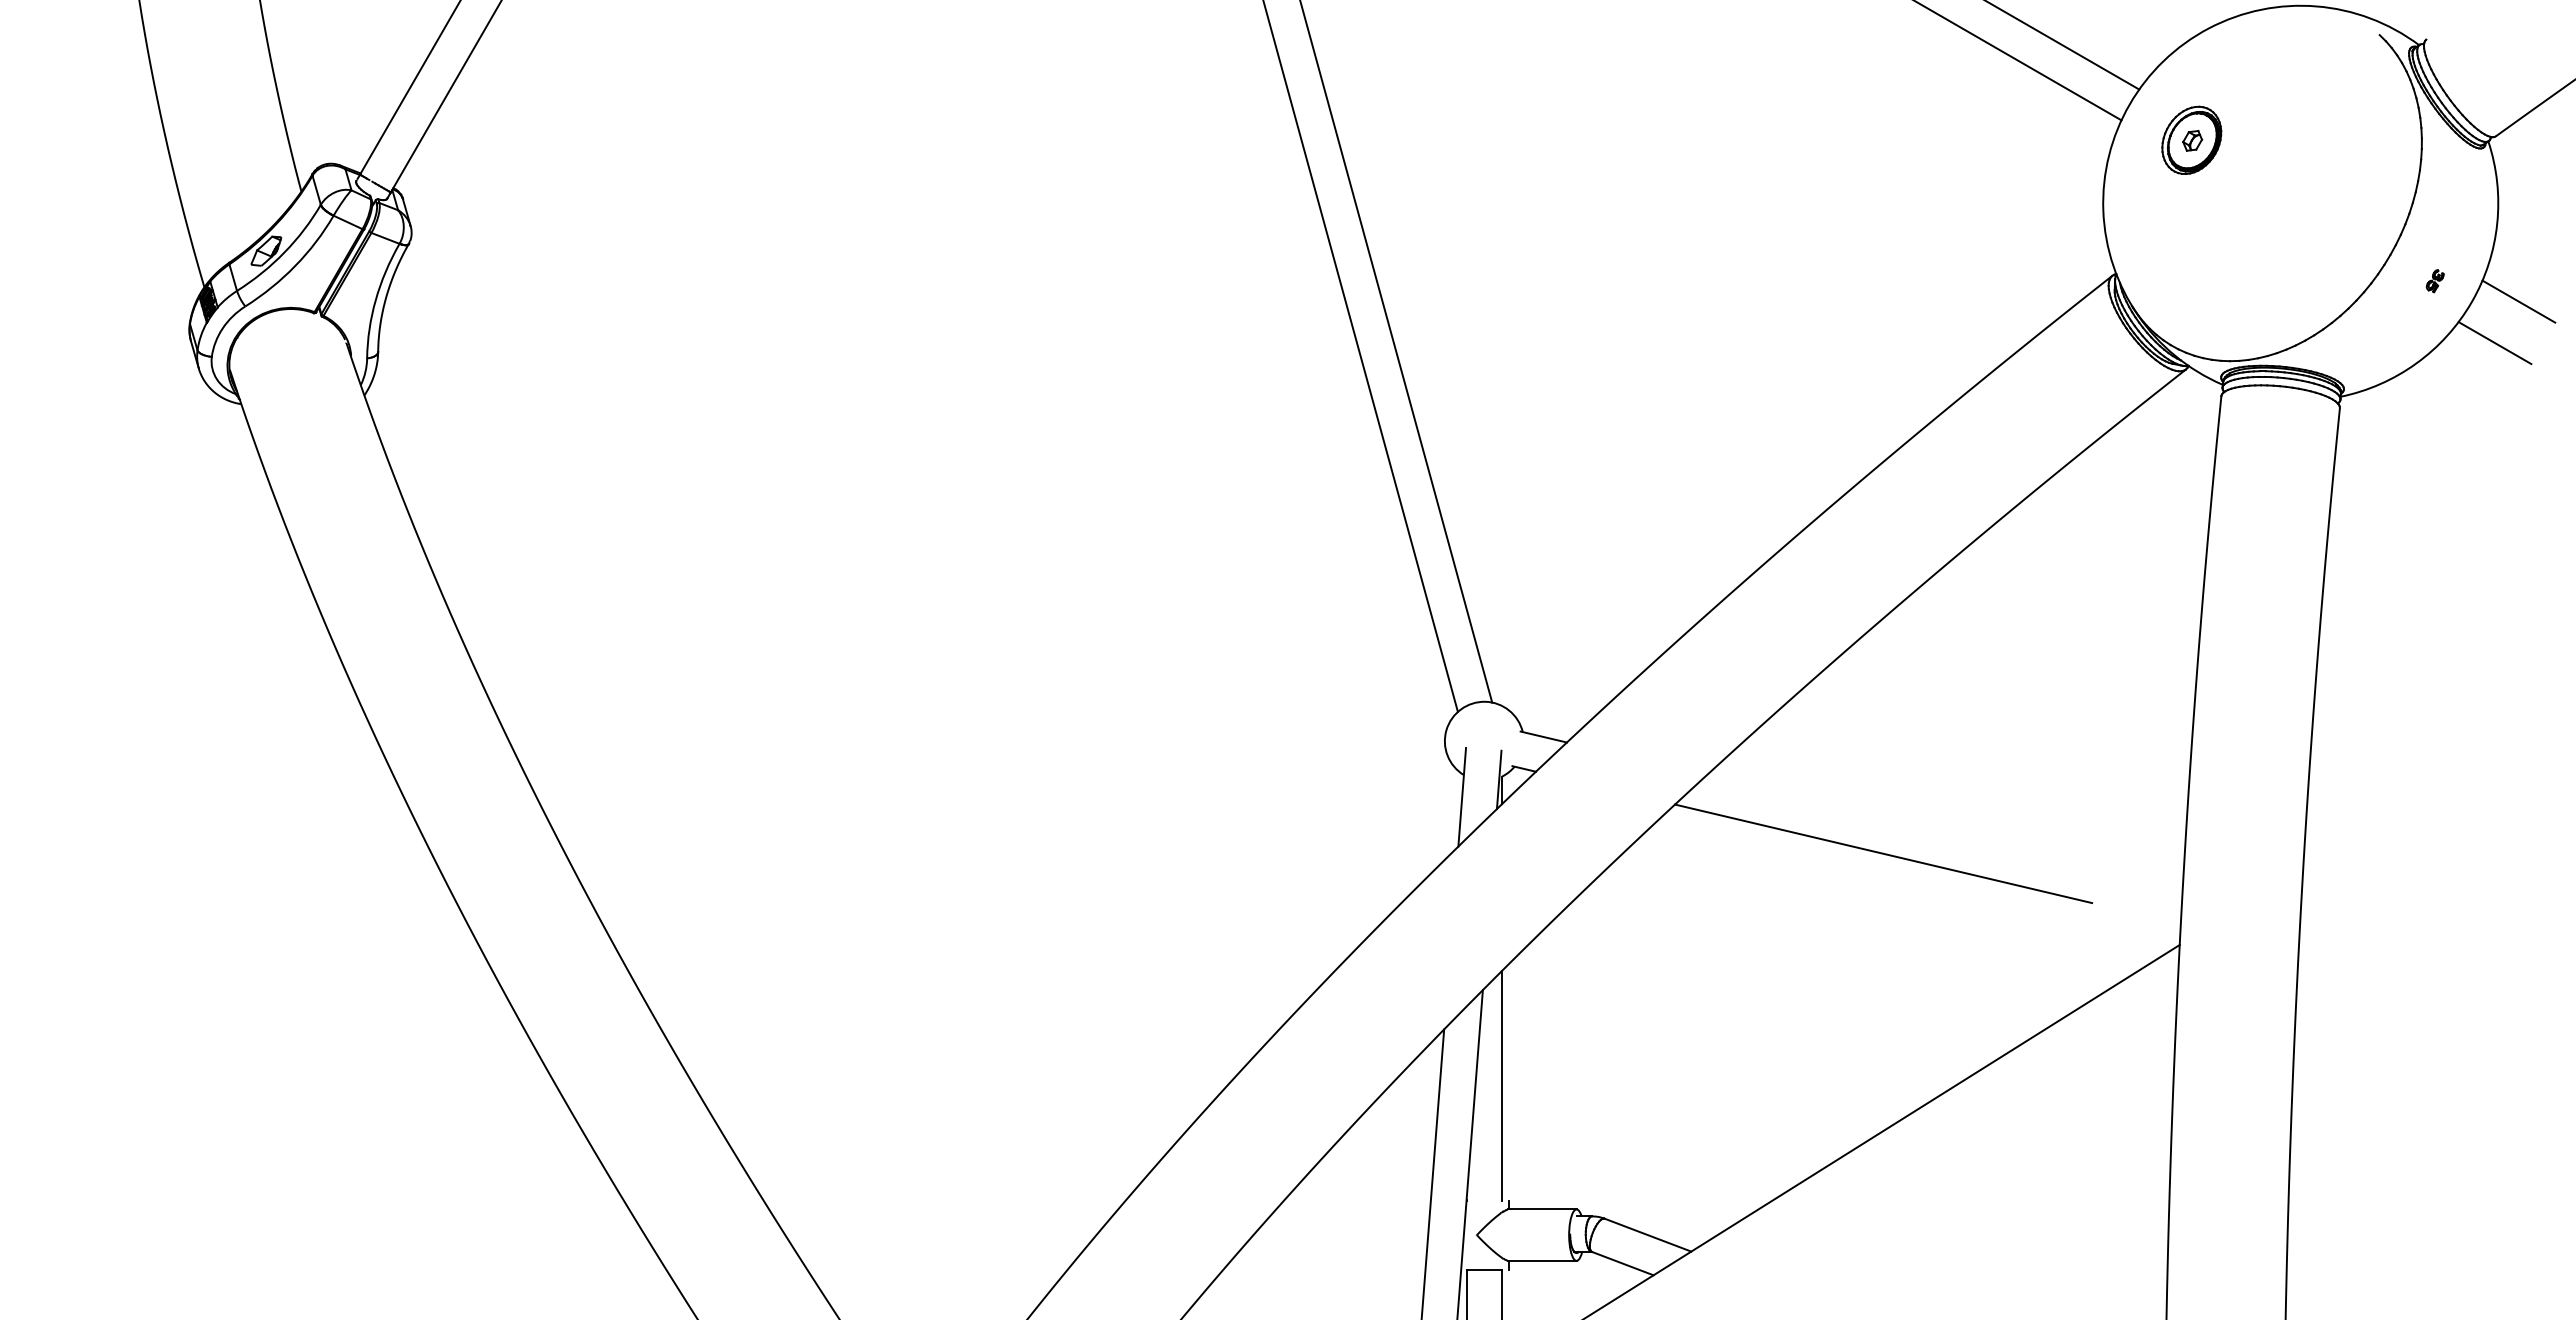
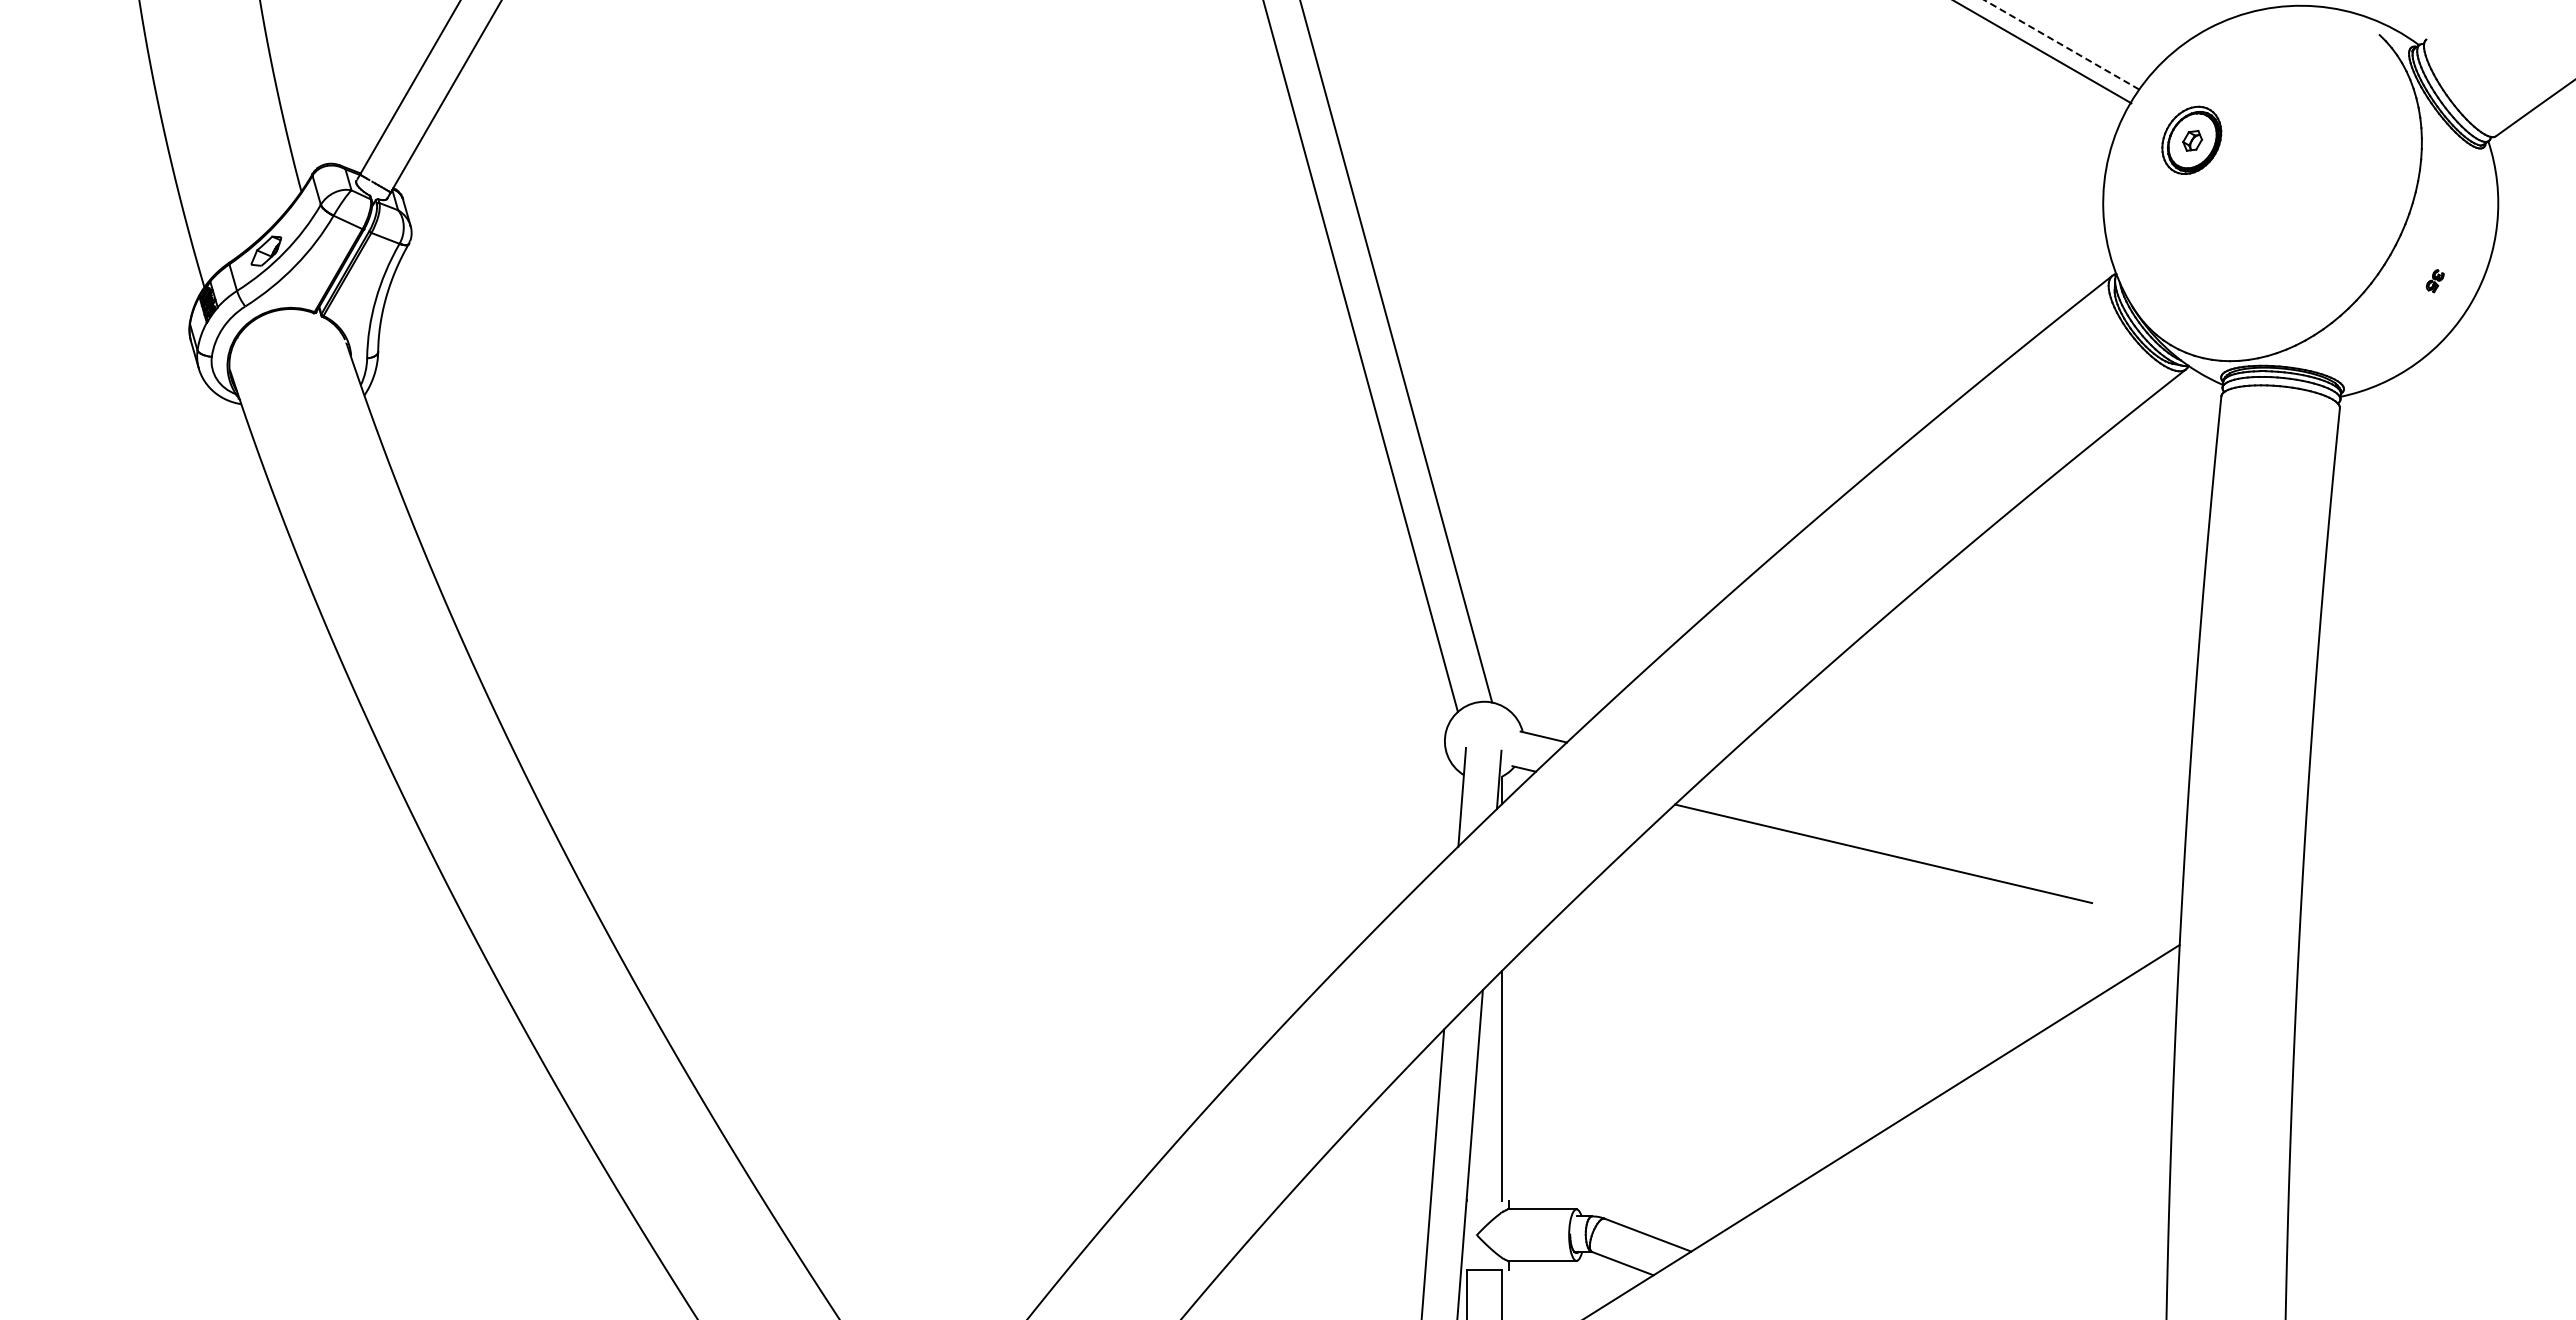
line at (2061, 44): solid -> dashed
line at (2019, 61) position: (2019, 61) -> (2043, 52)
line at (2518, 301): present -> none
line at (2494, 343): present -> none
